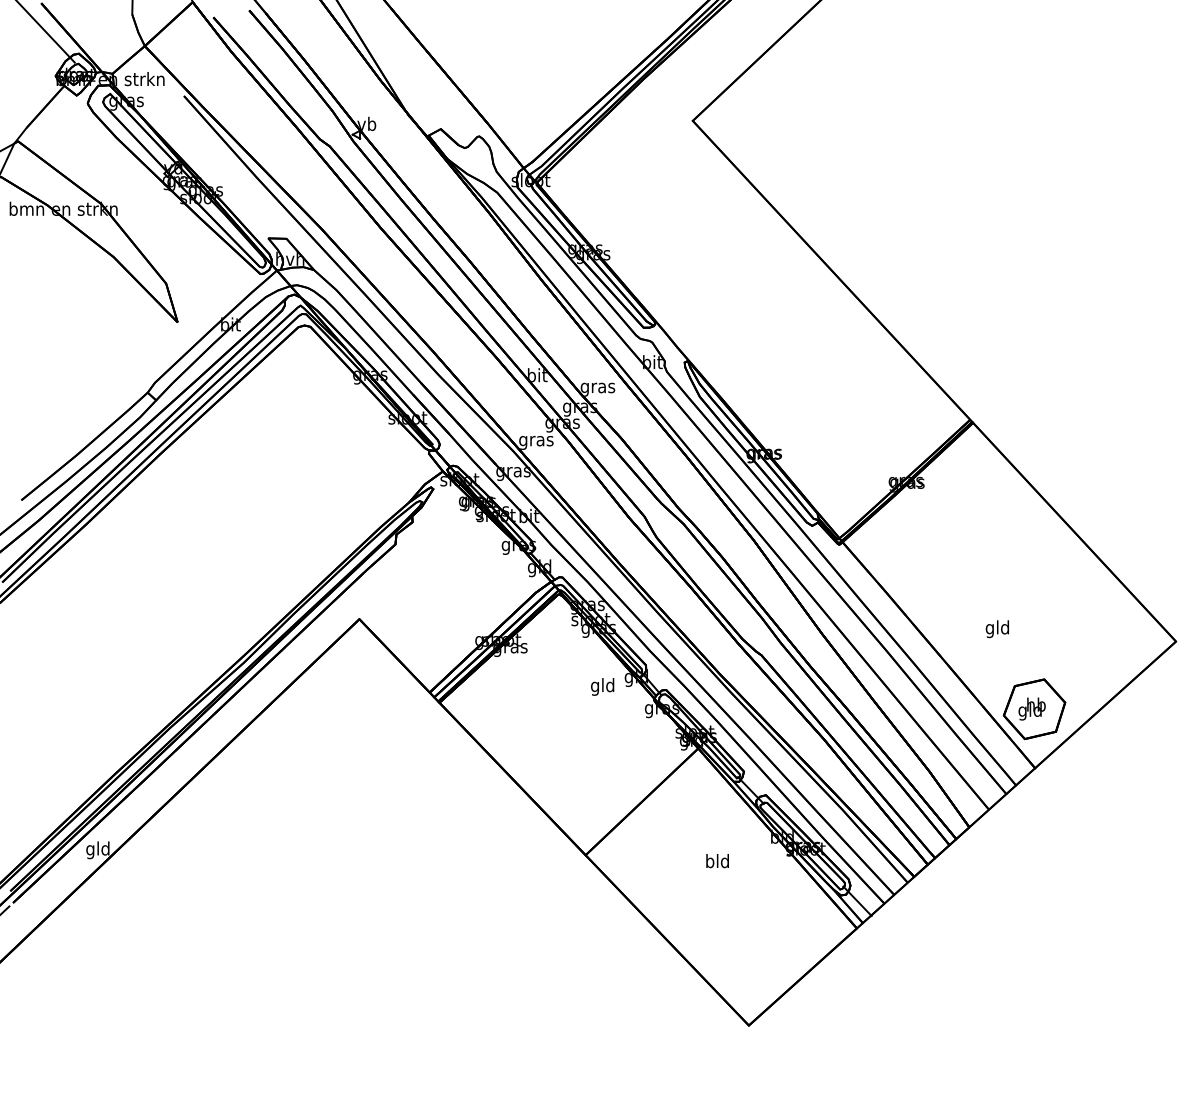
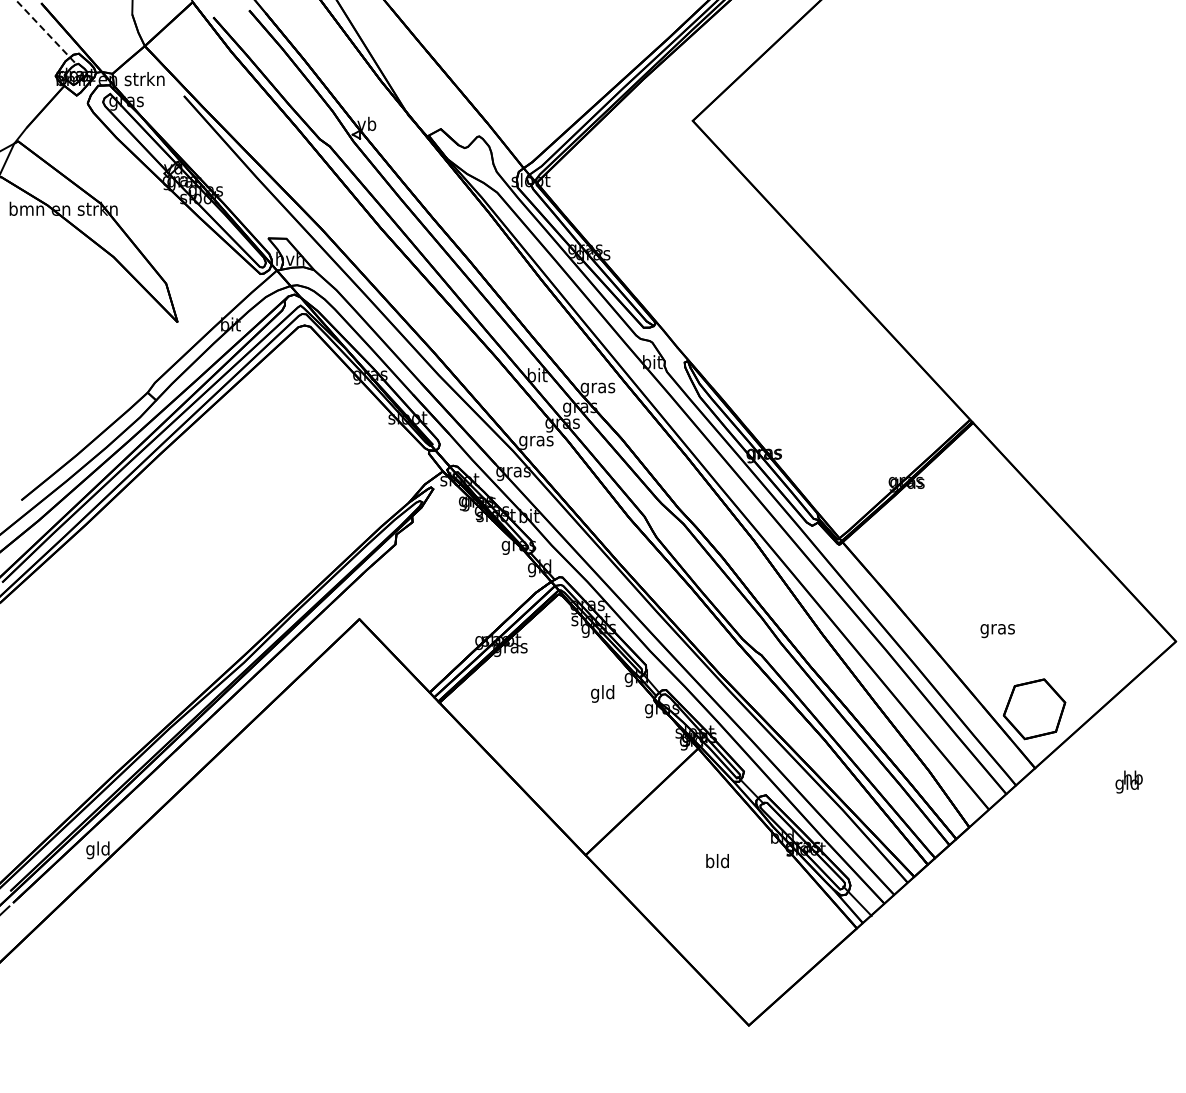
line at (45, 31): solid -> dashed
text at (997, 629): gld -> gras
text at (602, 686) position: (602, 686) -> (602, 693)
text at (1031, 708) position: (1031, 708) -> (1128, 781)
